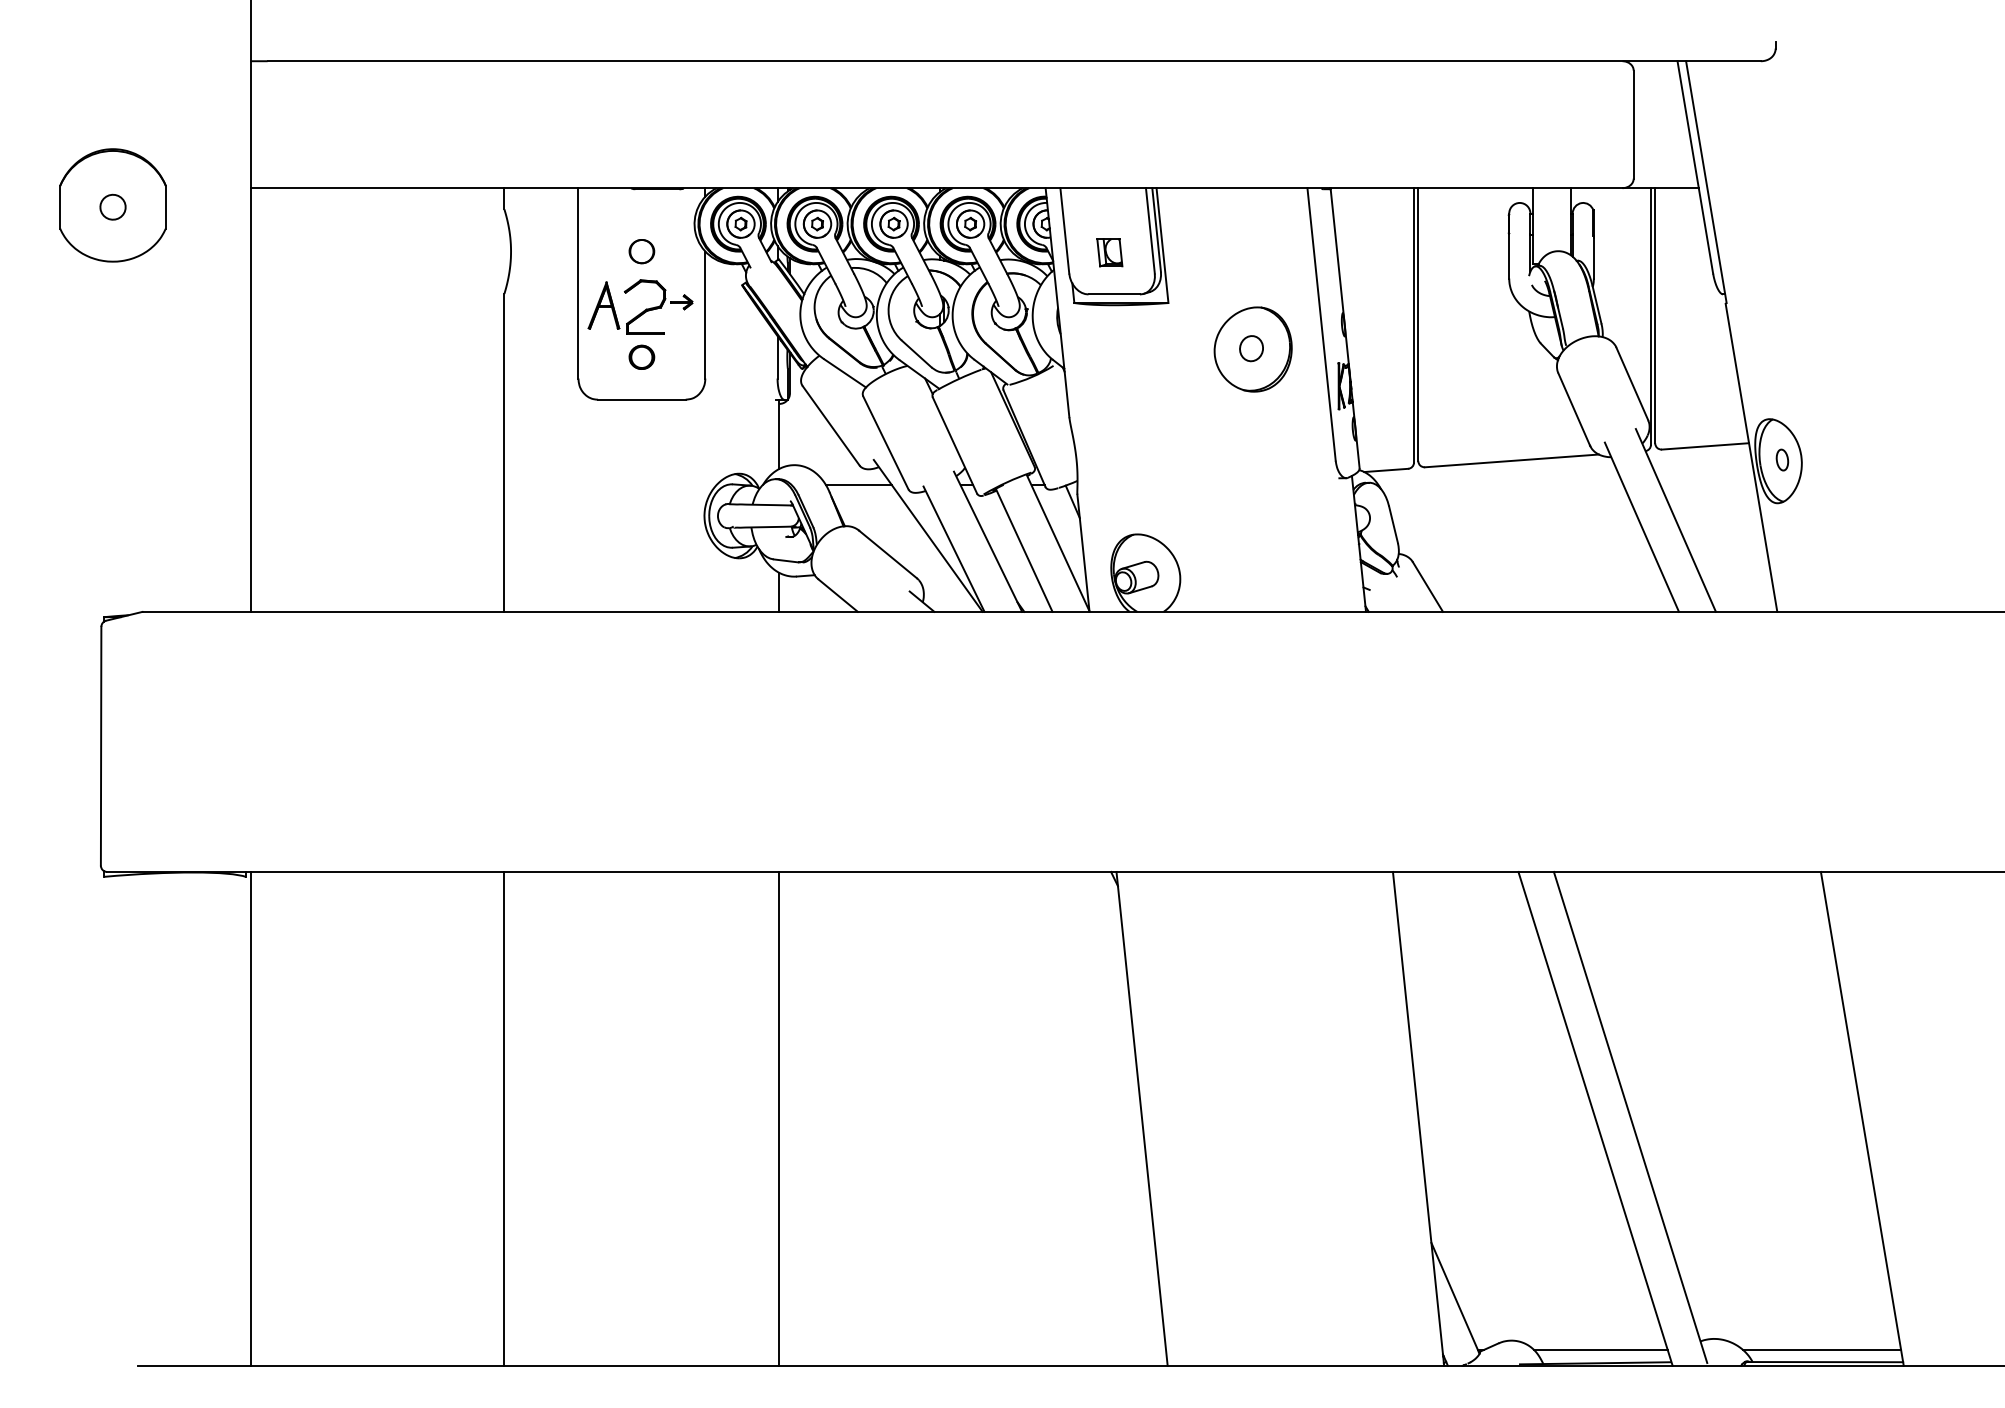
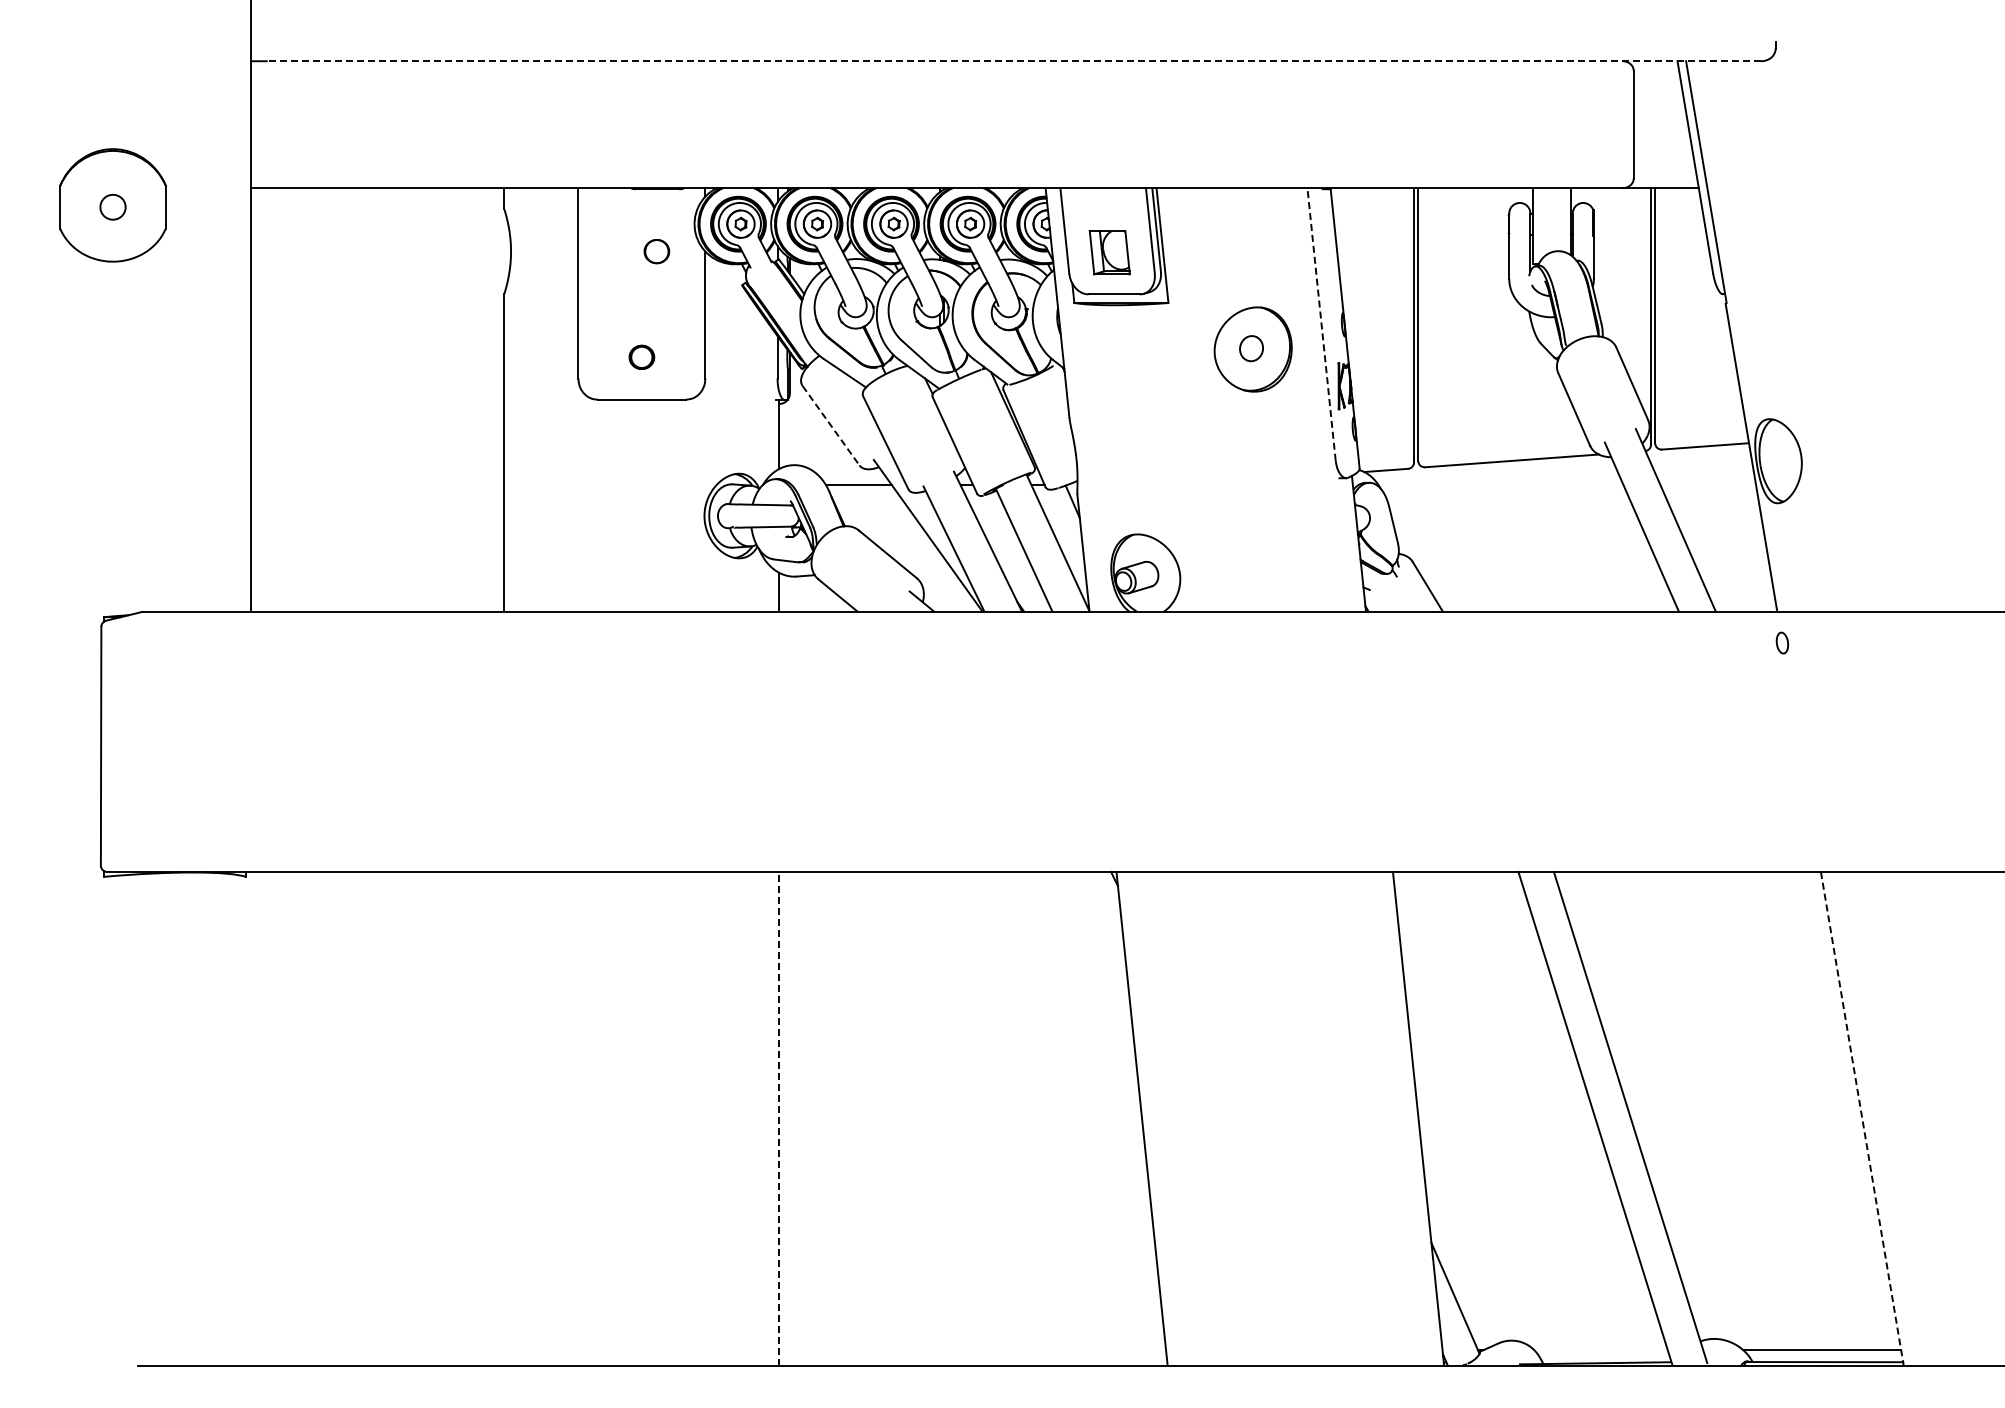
line at (1014, 61): solid -> dashed
part at (641, 251) position: (641, 251) -> (656, 251)
part at (1109, 252) size: 28x30 px -> 43x46 px
part at (640, 306): present -> none
line at (1321, 323): solid -> dashed
line at (831, 425): solid -> dashed
part at (1782, 459) position: (1782, 459) -> (1782, 642)
line at (250, 1118): present -> none
line at (504, 1118): present -> none
line at (779, 1118): solid -> dashed
line at (1862, 1119): solid -> dashed
line at (1600, 1349): present -> none
